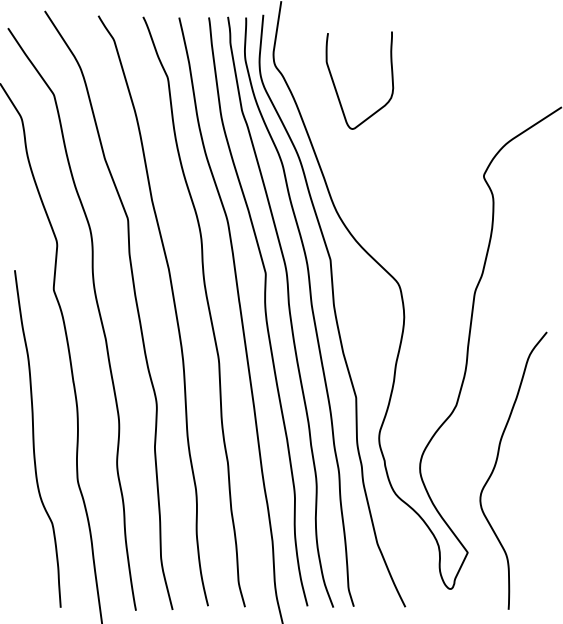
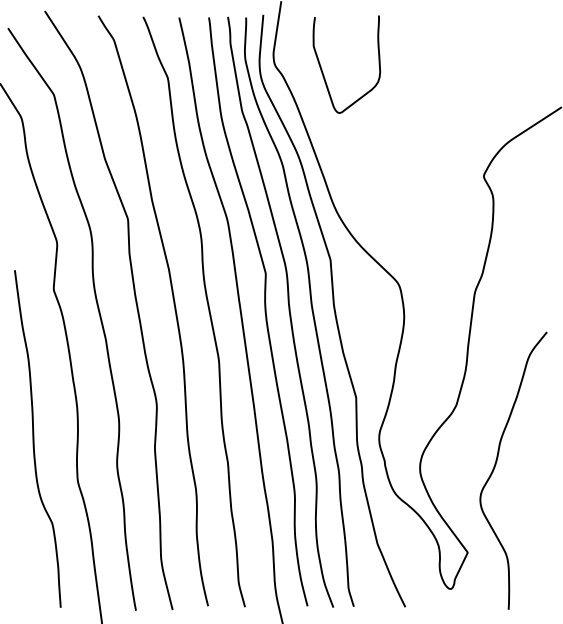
curve at (336, 88) position: (336, 88) -> (323, 72)
